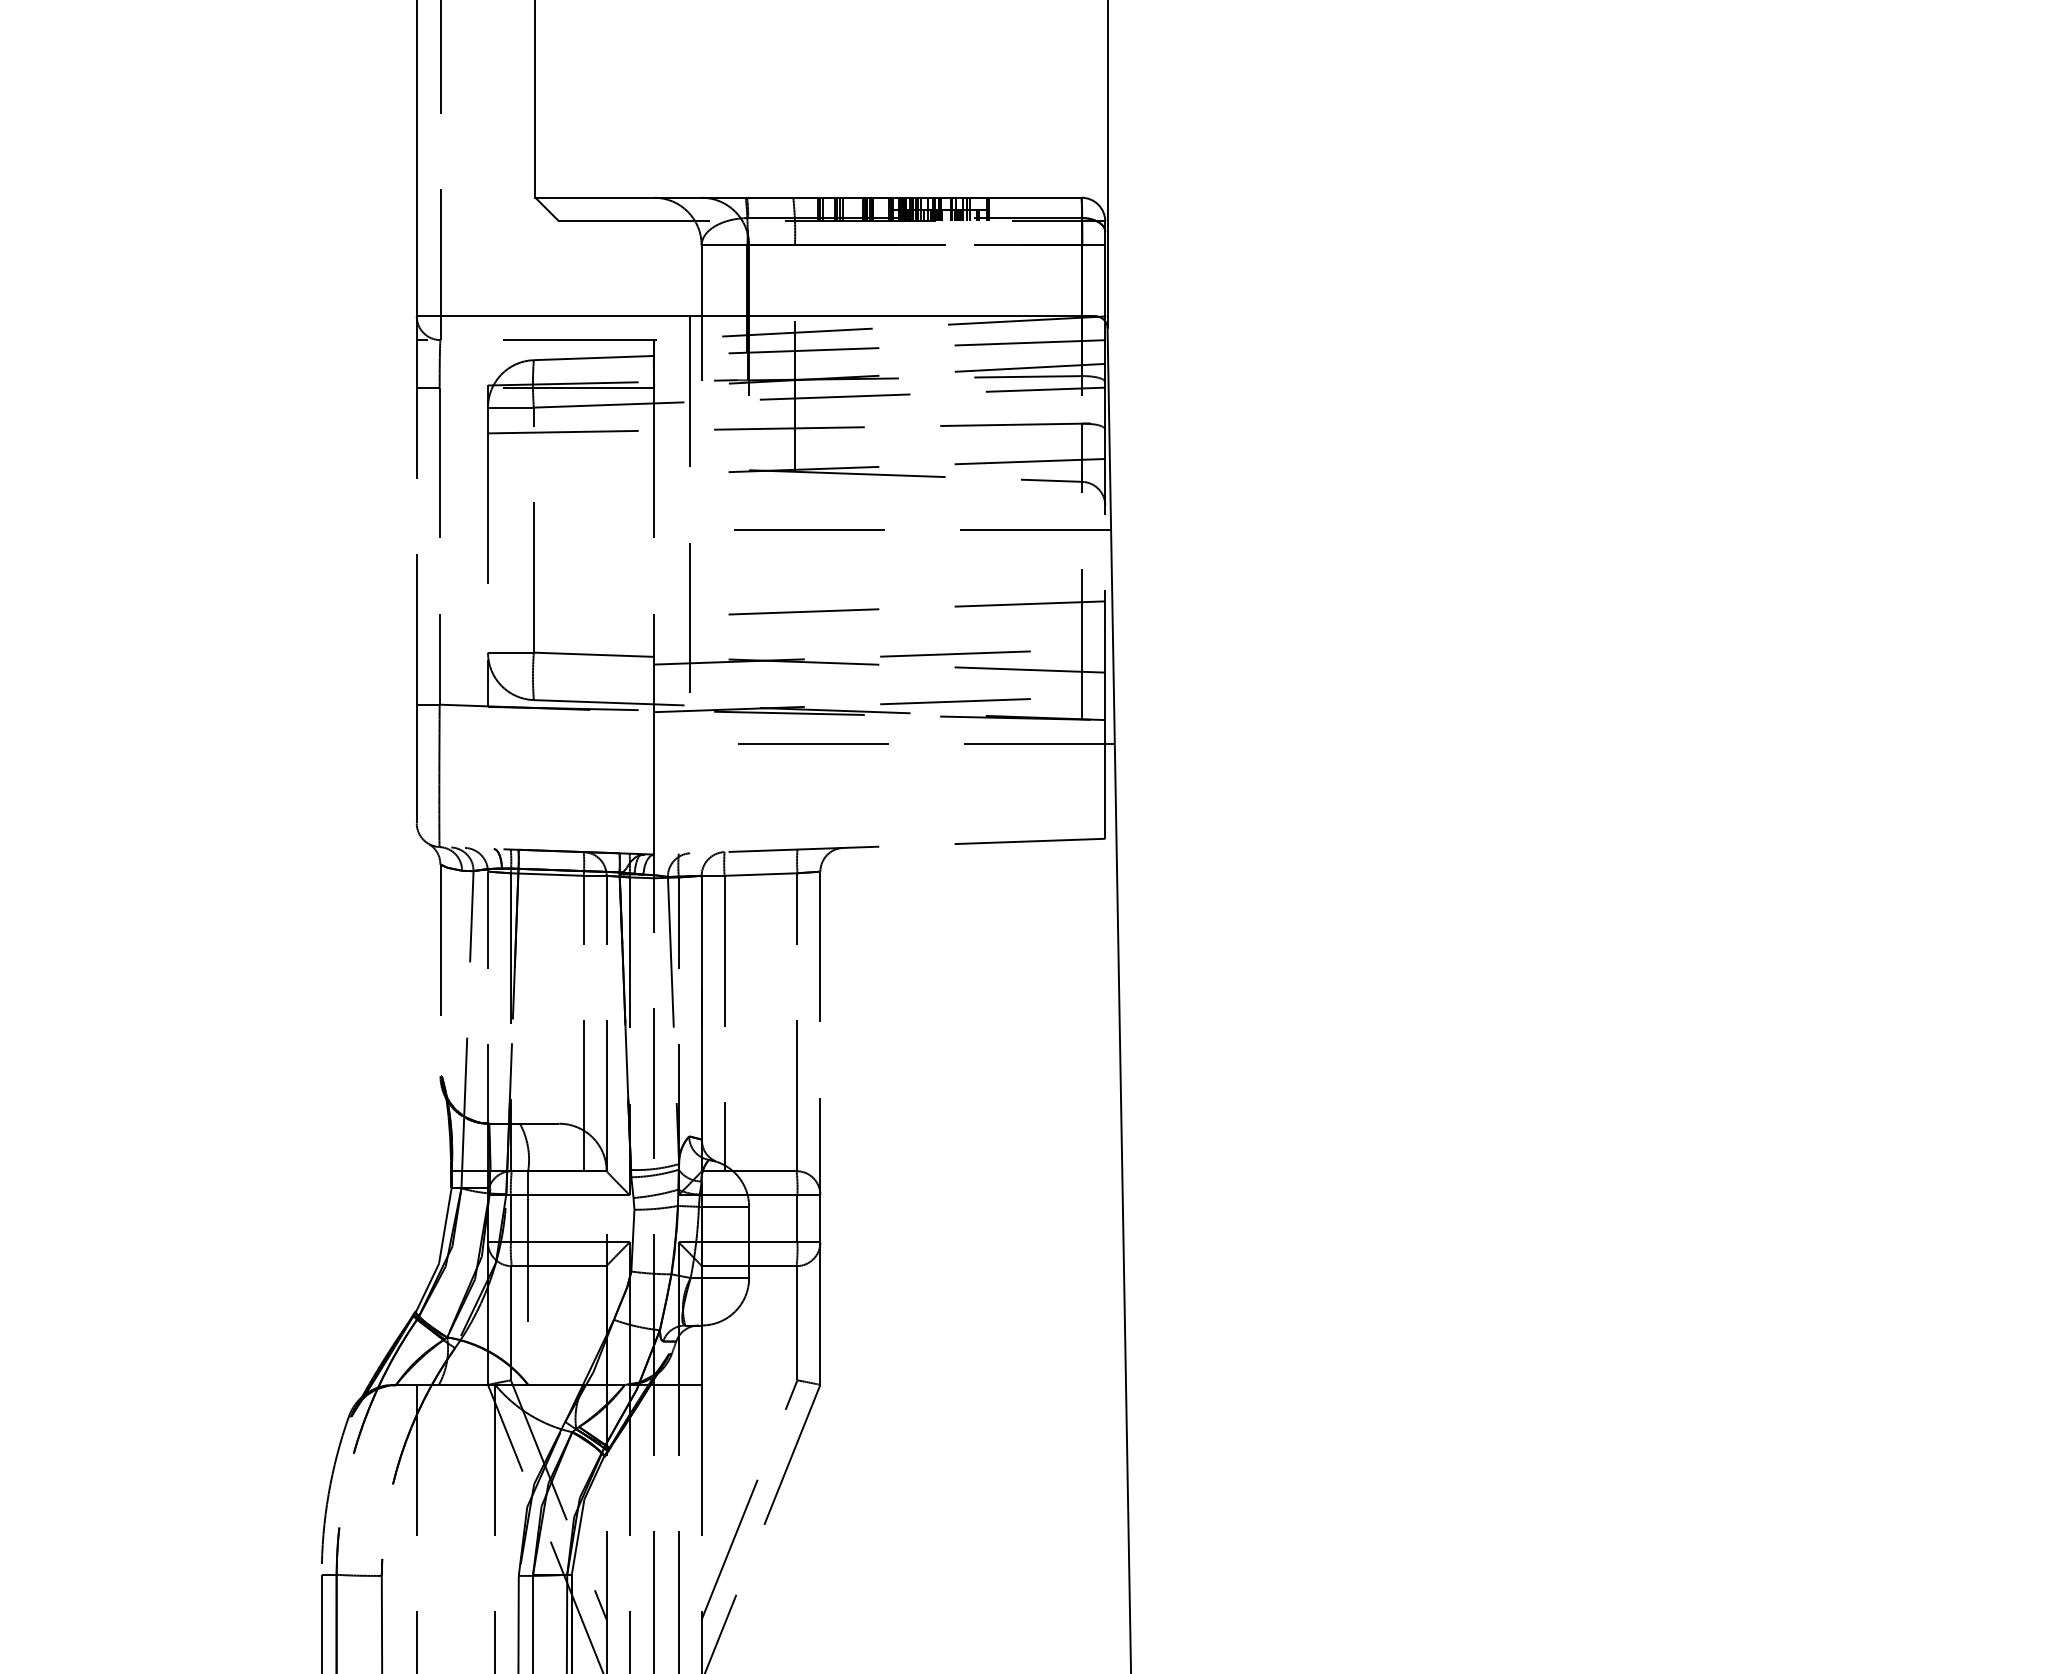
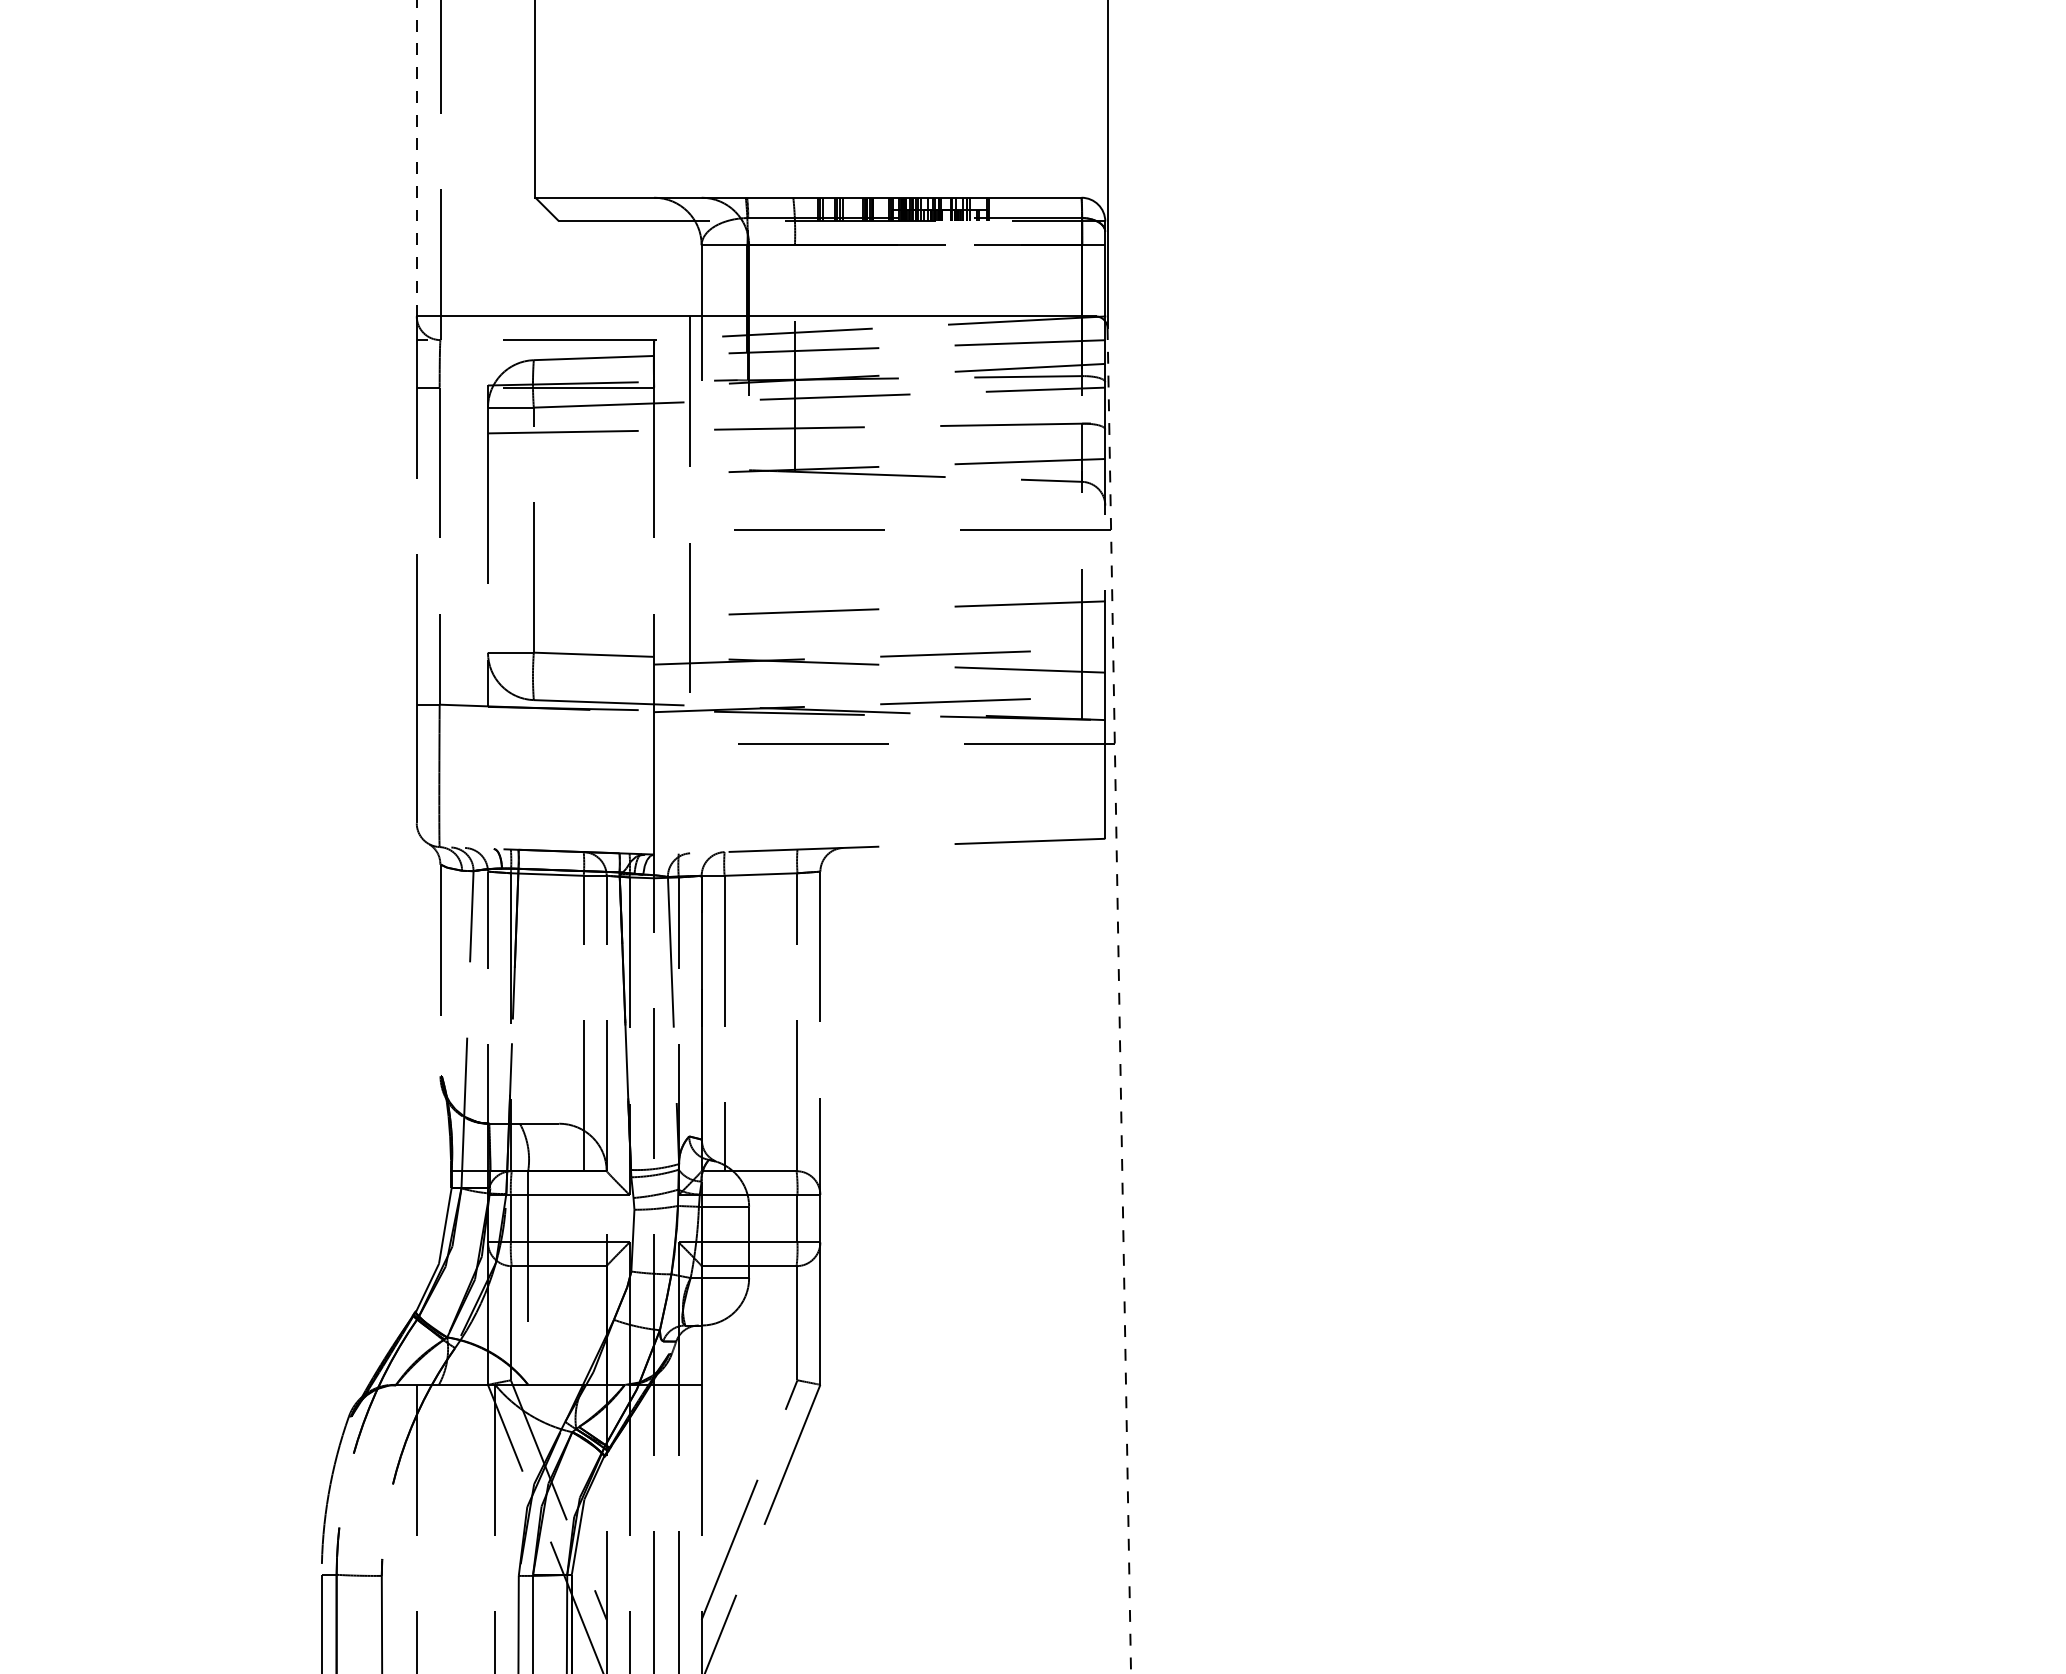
line at (416, 158): solid -> dashed
line at (1119, 1001): solid -> dashed
